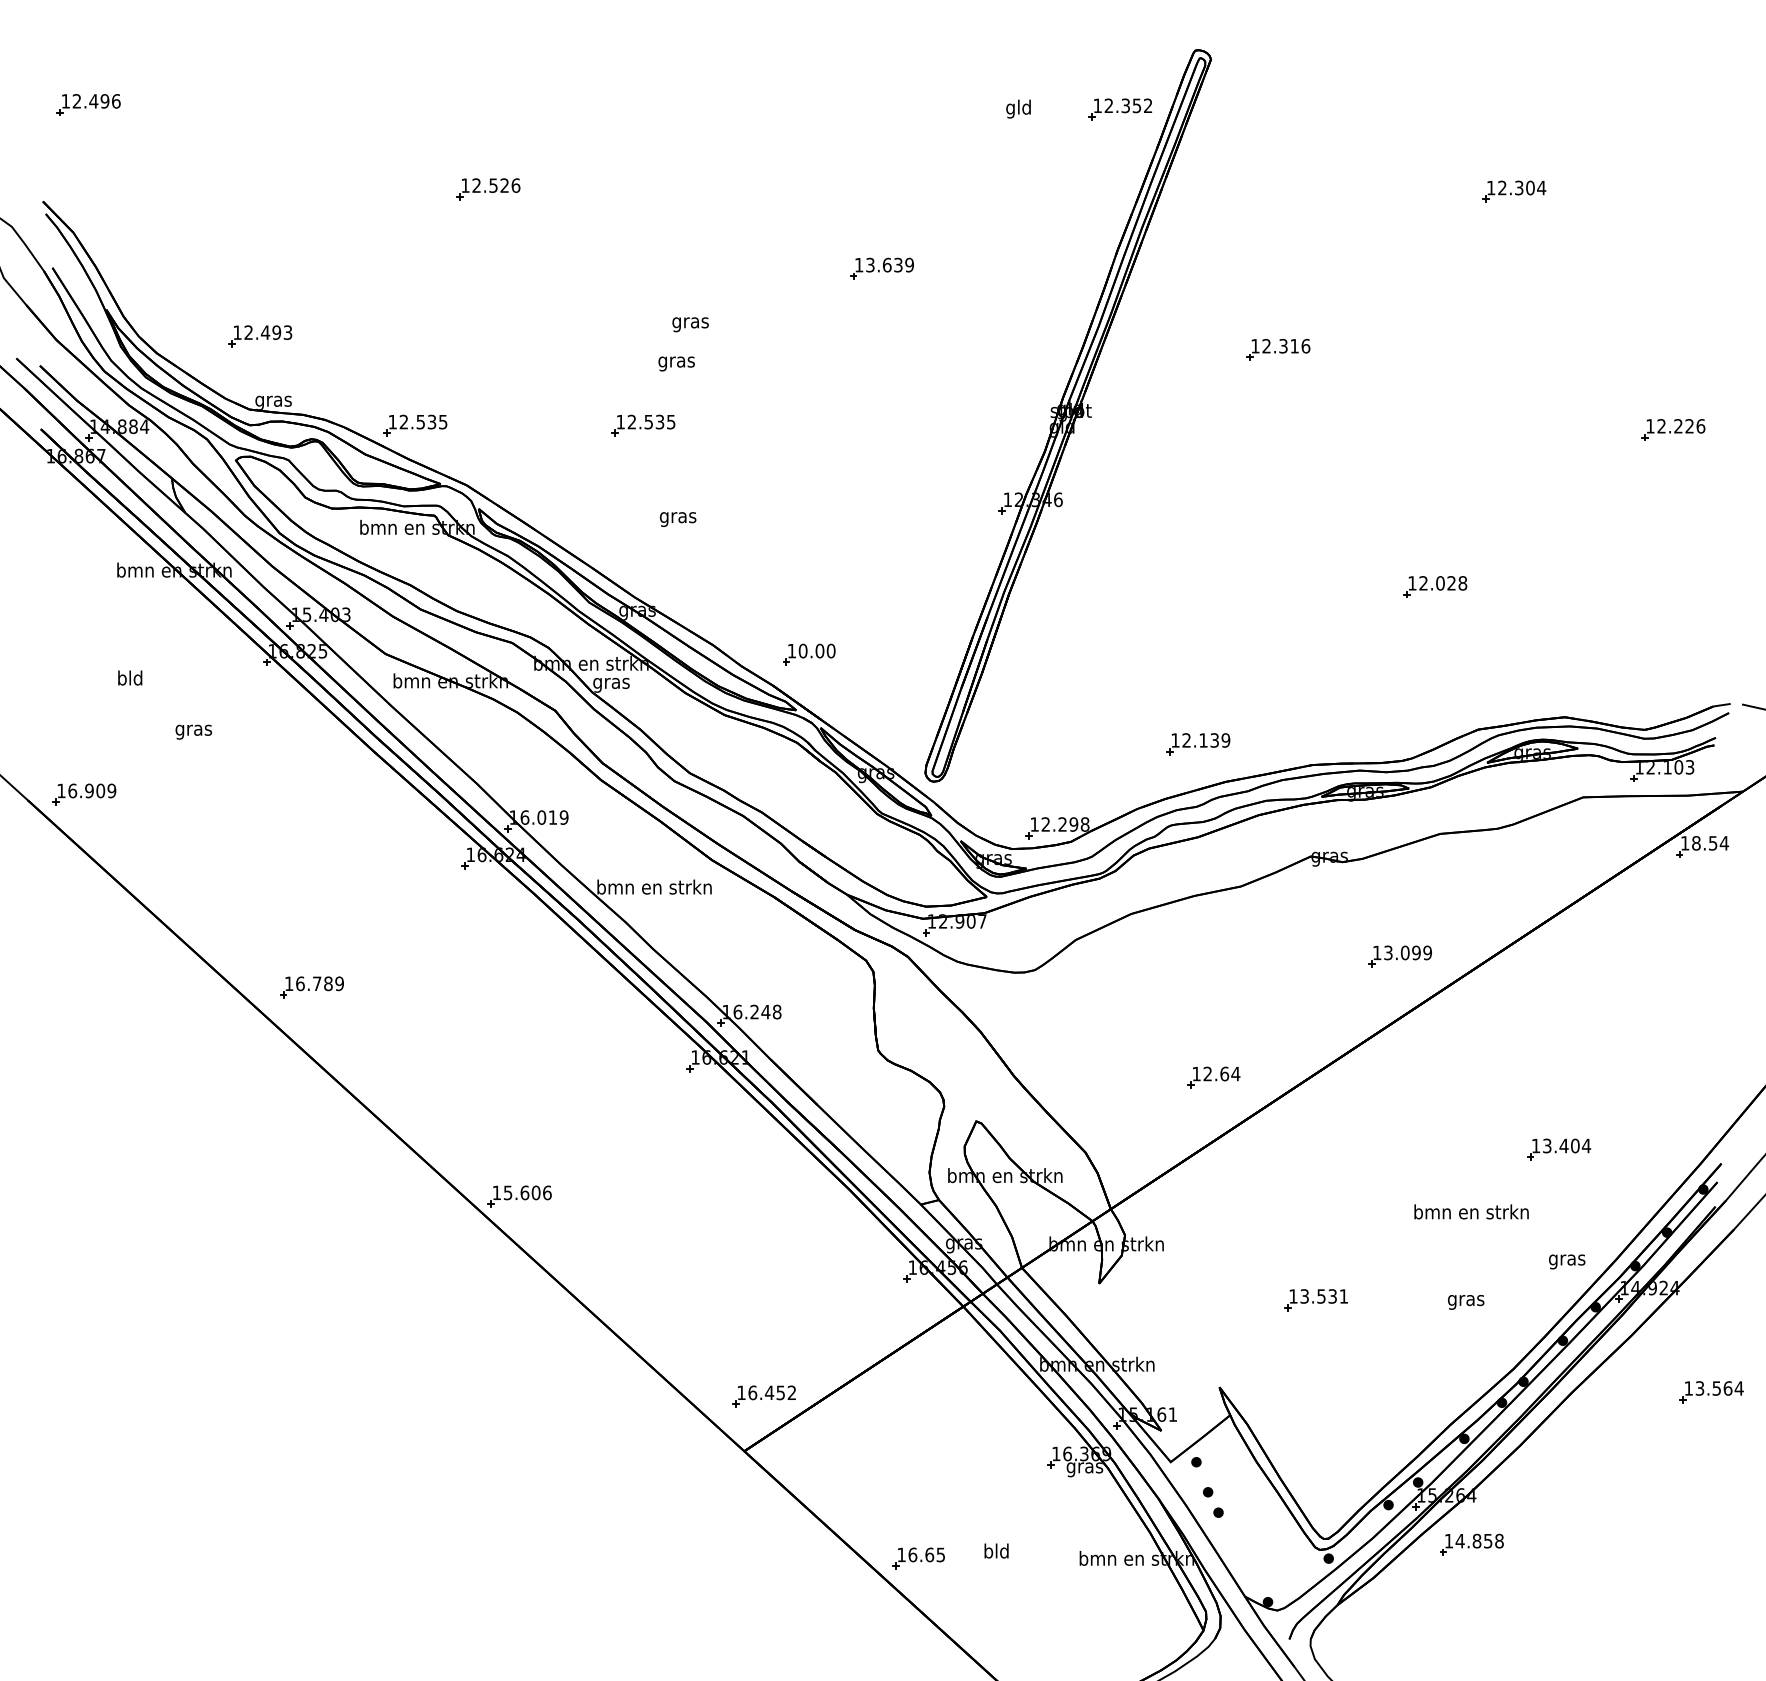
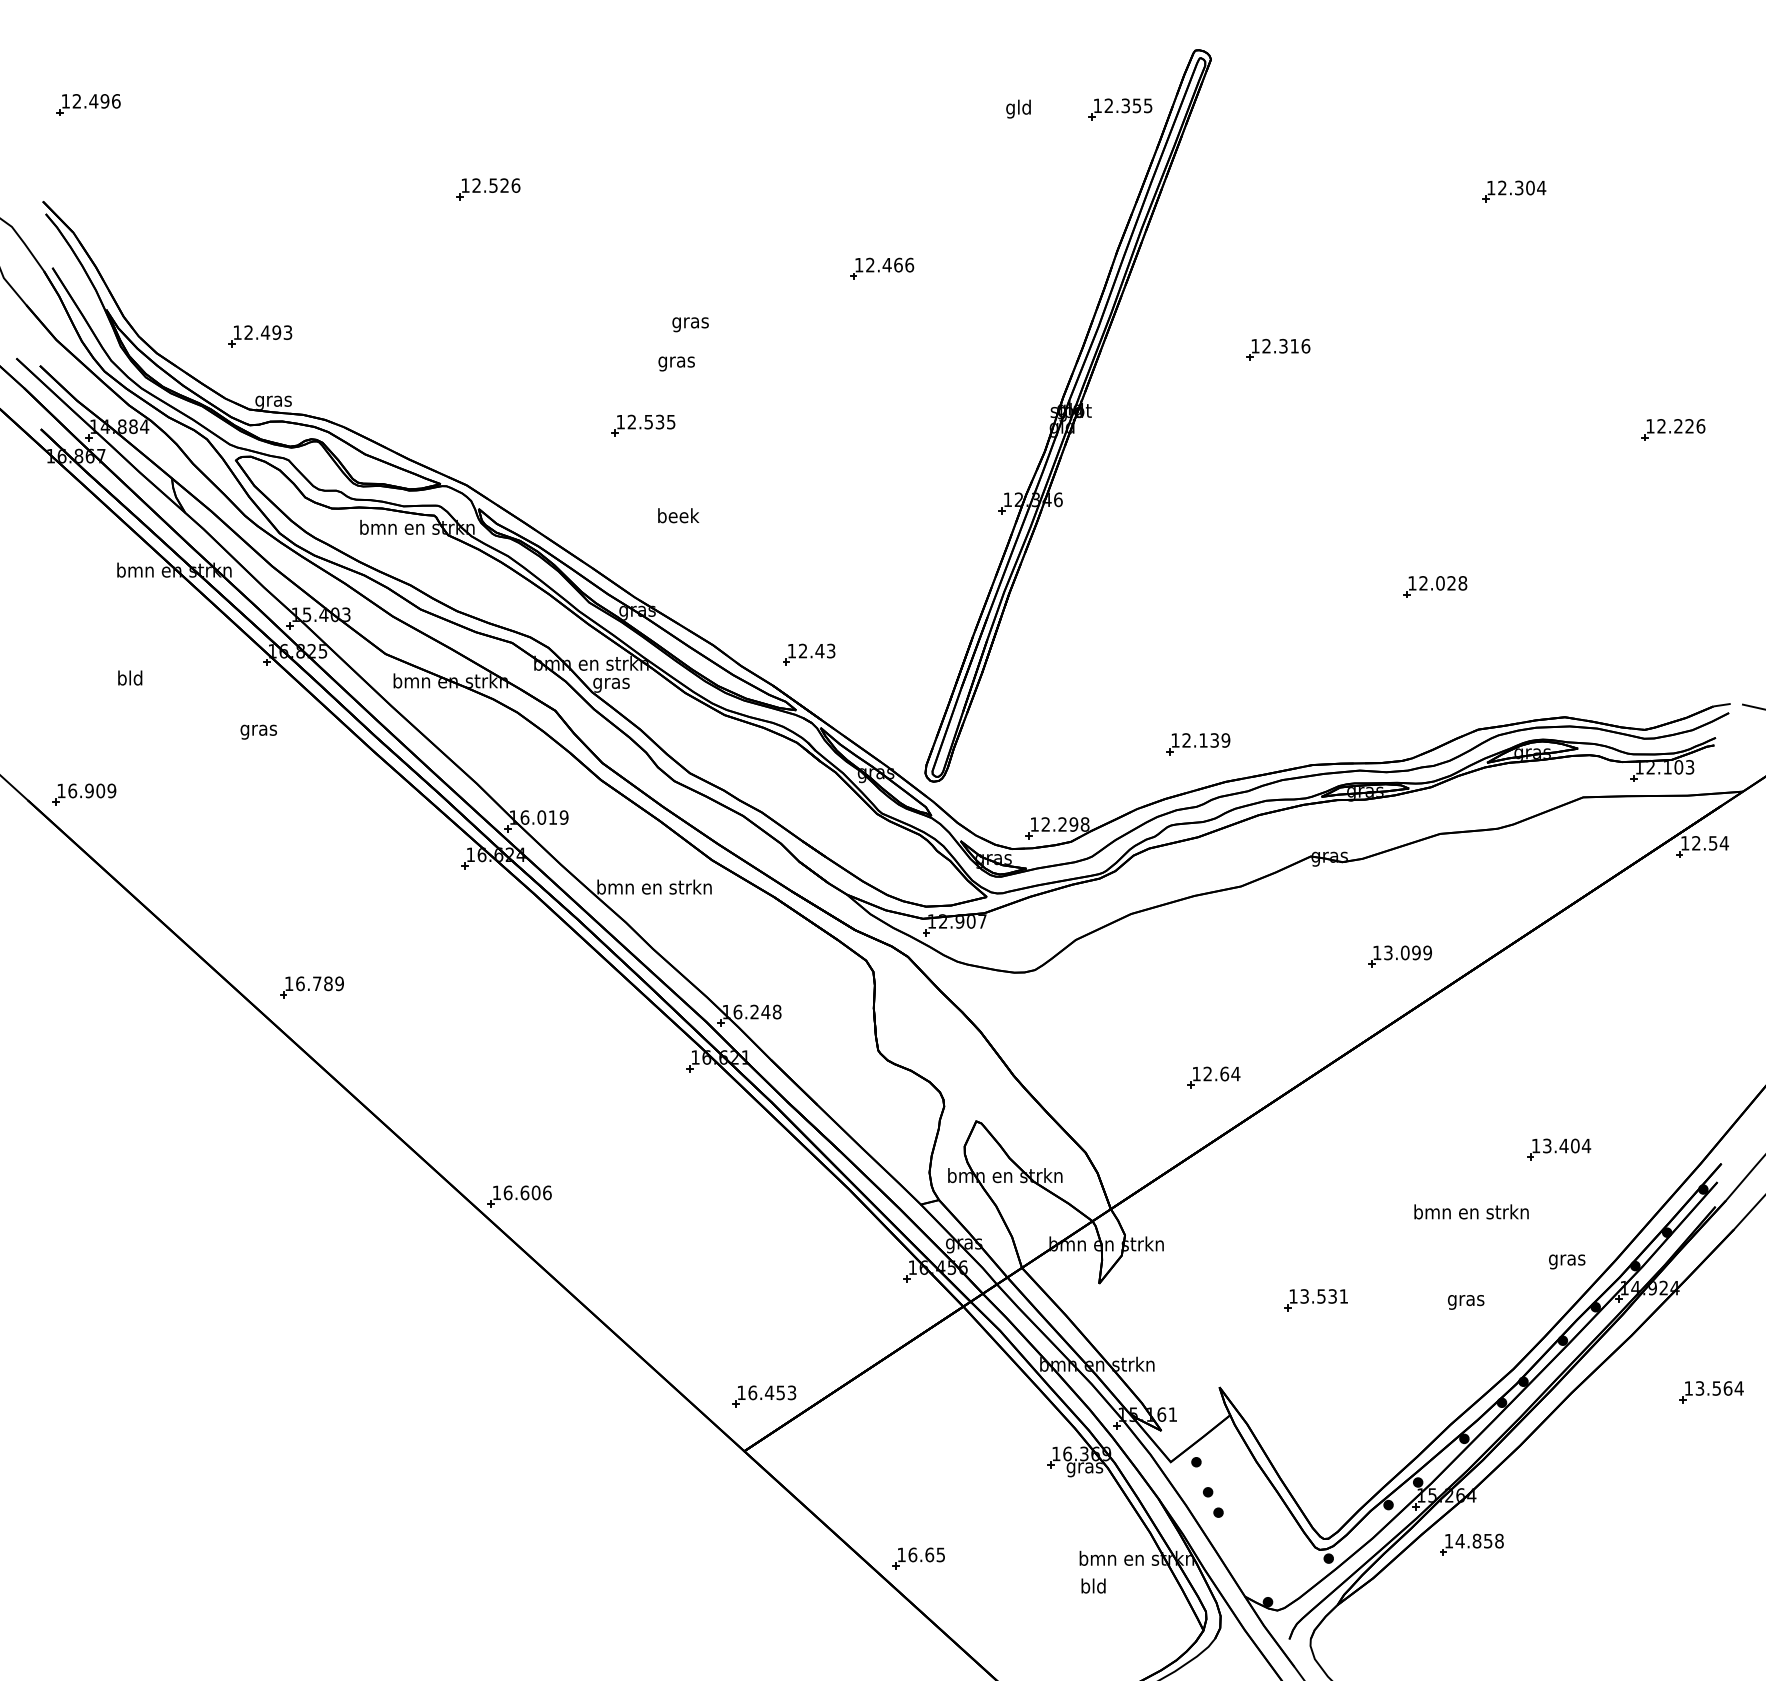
text at (1148, 105): 12.352 -> 12.355
text at (890, 264): 13.639 -> 12.466
part at (415, 425): present -> none
text at (678, 517): gras -> beek
text at (816, 650): 10.00 -> 12.43
text at (193, 731) position: (193, 731) -> (258, 731)
text at (1696, 843): 18.54 -> 12.54
text at (507, 1192): 15.606 -> 16.606
text at (791, 1393): 16.452 -> 16.453
text at (996, 1550) position: (996, 1550) -> (1093, 1585)
